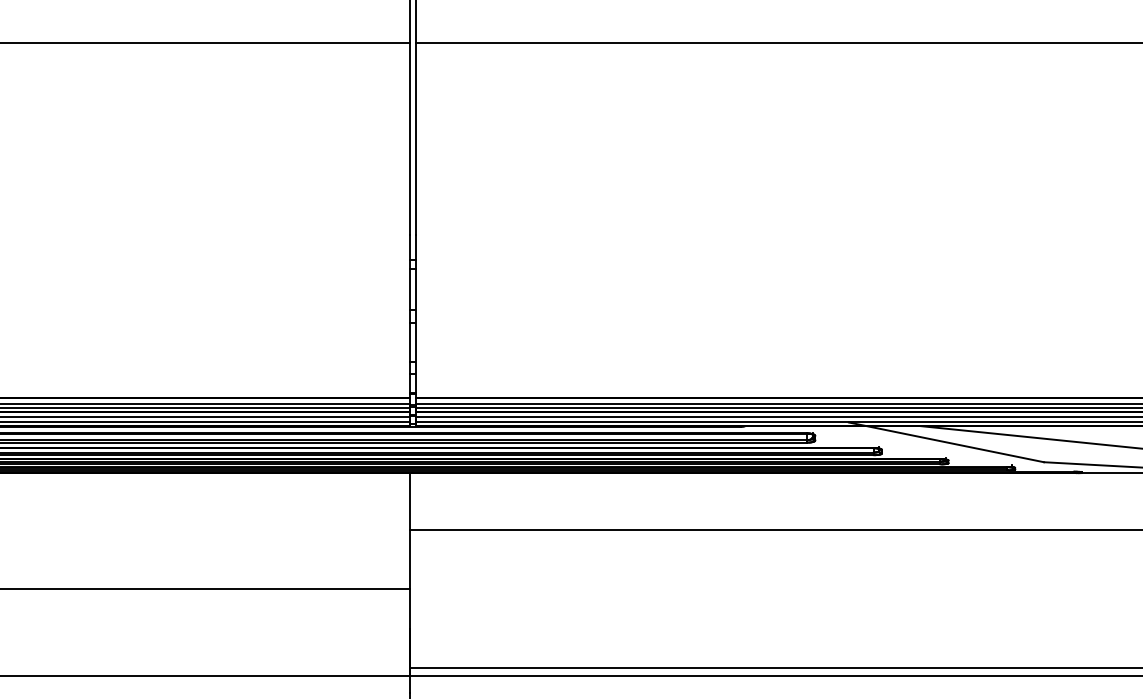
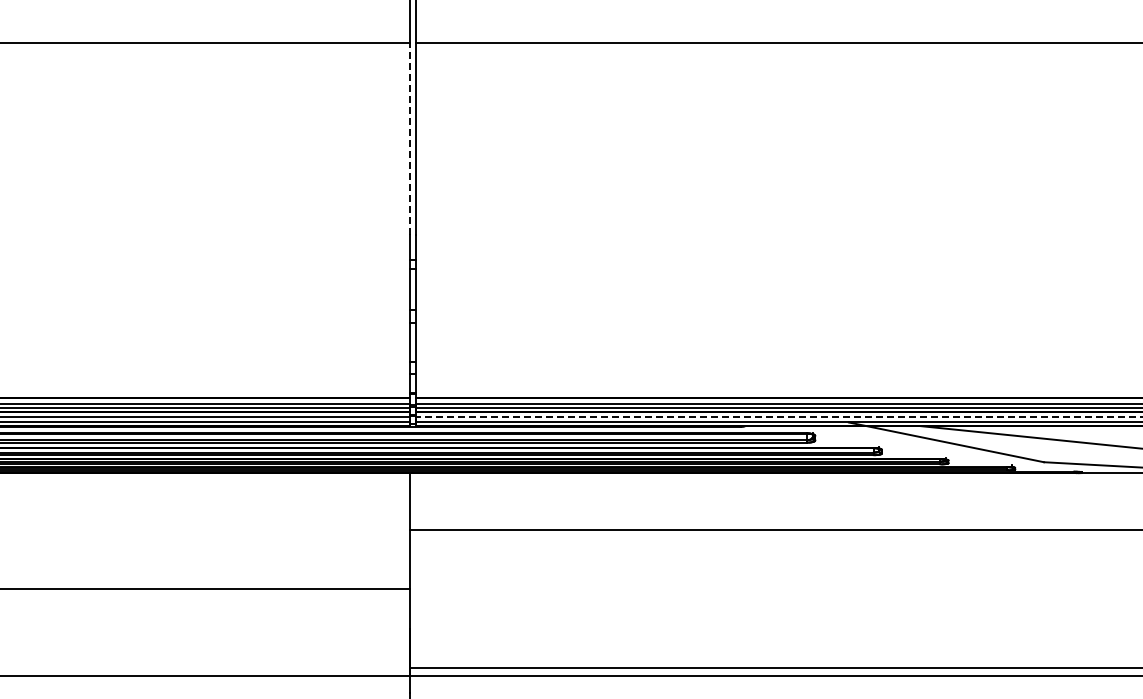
line at (410, 139): solid -> dashed
line at (778, 417): solid -> dashed
